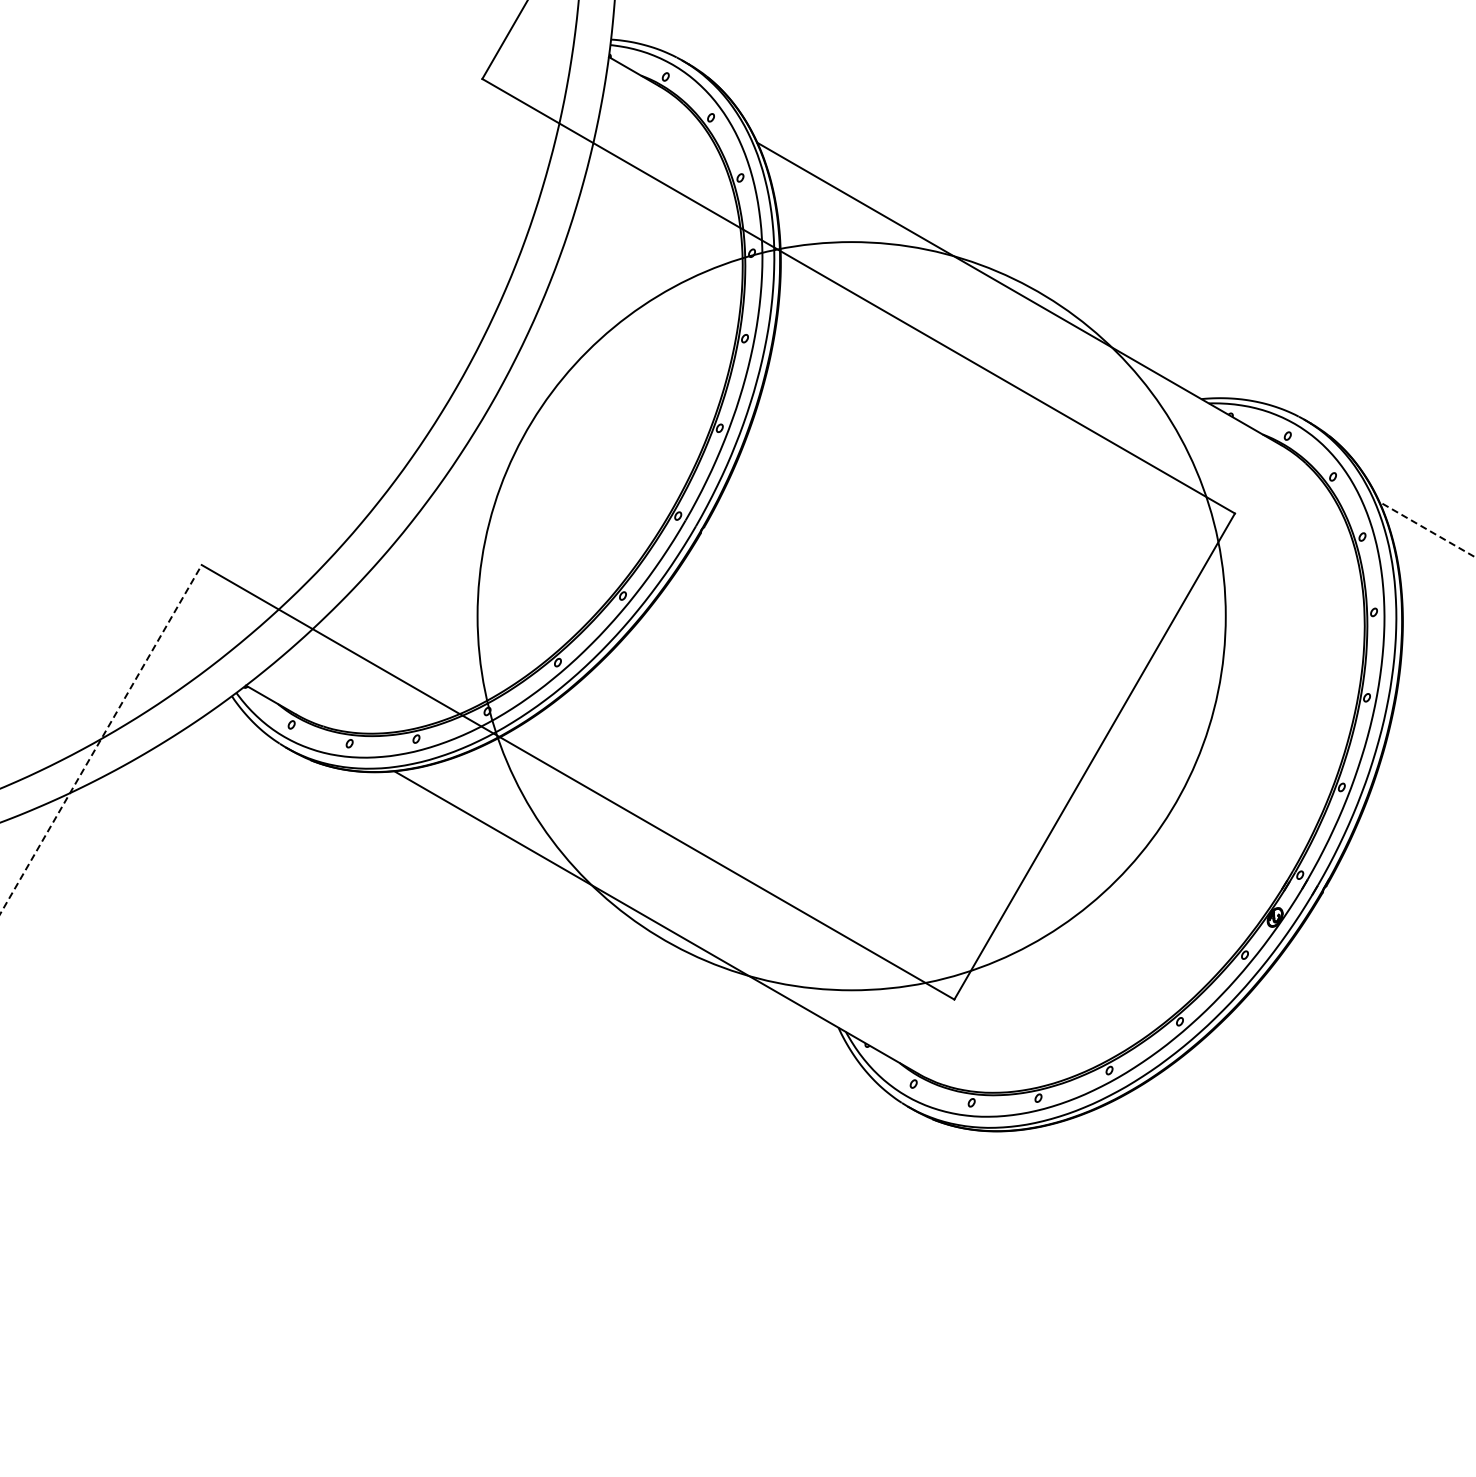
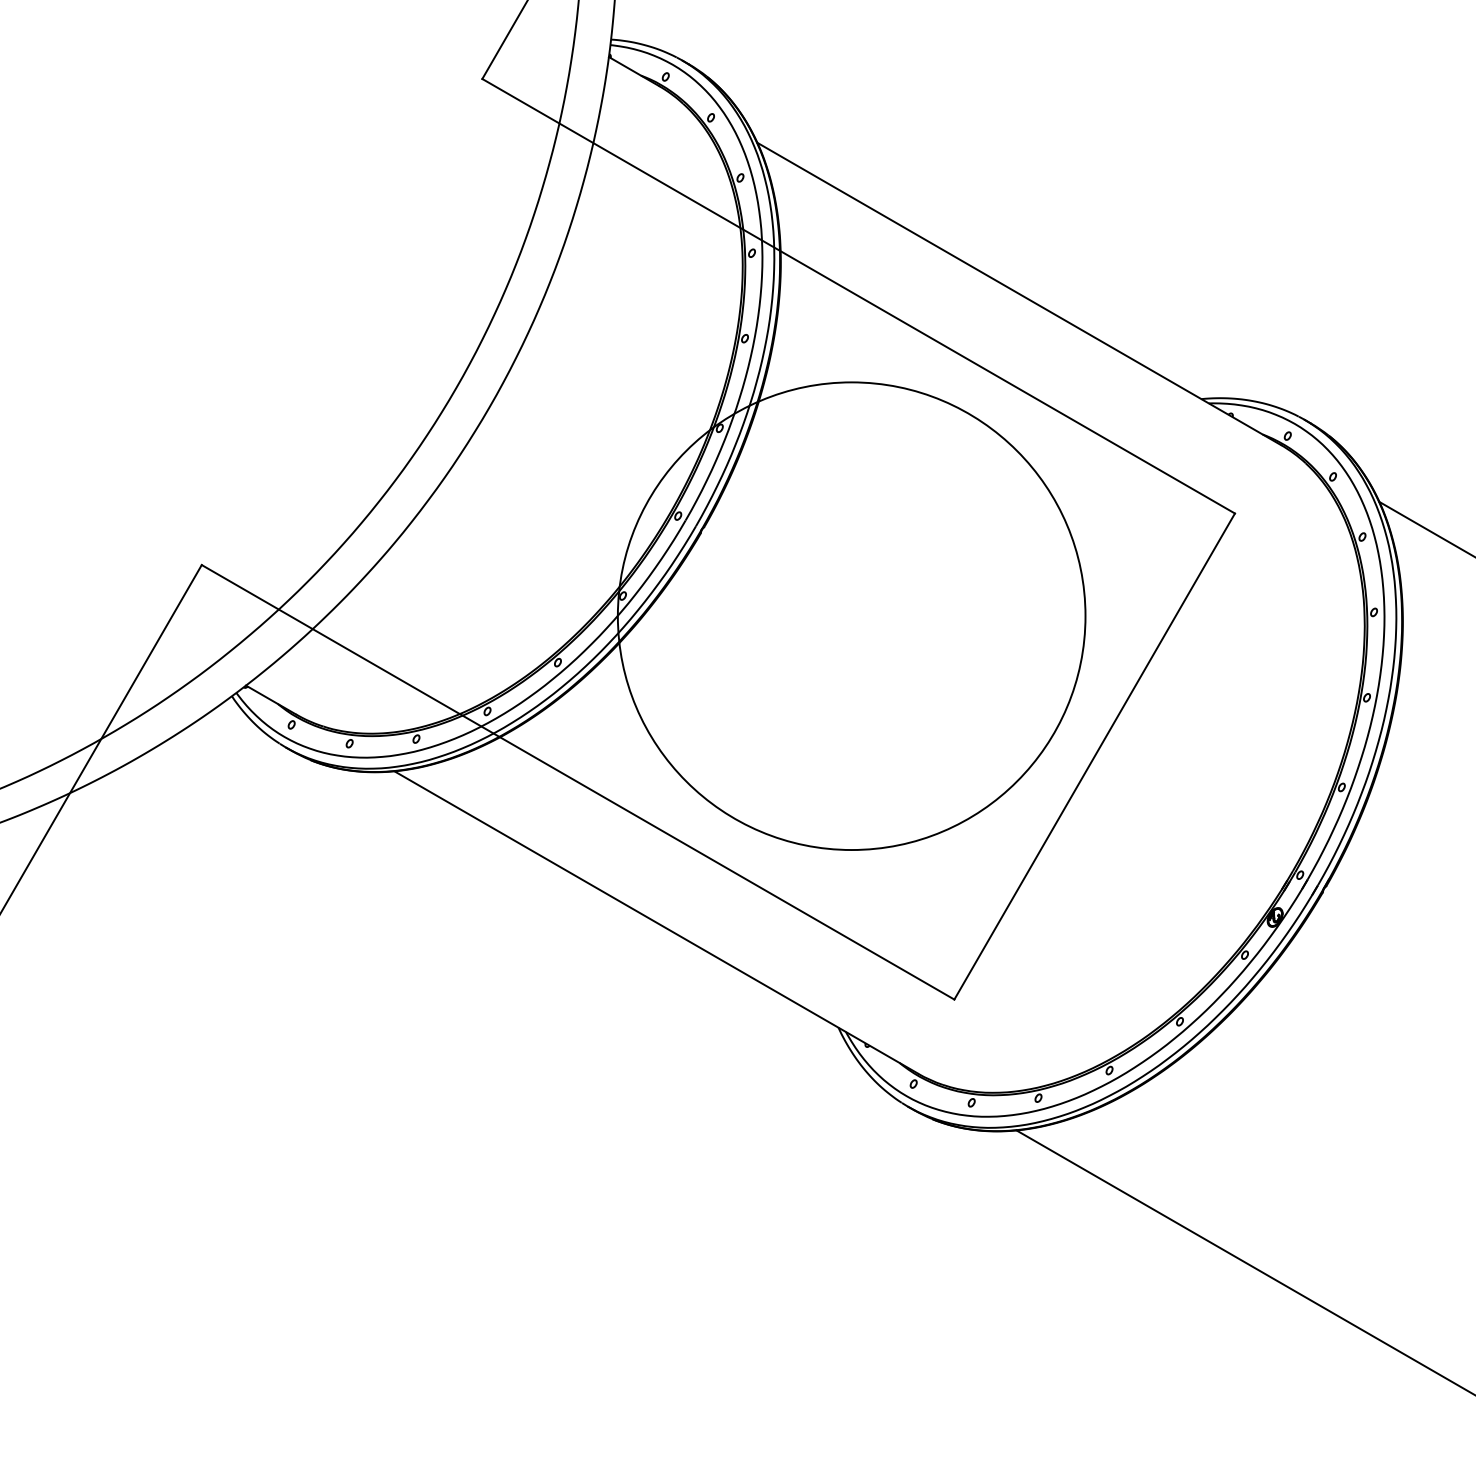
line at (1426, 529): dashed -> solid
circle at (851, 616) diameter: 748 px -> 468 px
line at (101, 738): dashed -> solid
line at (1244, 1261): none -> present
